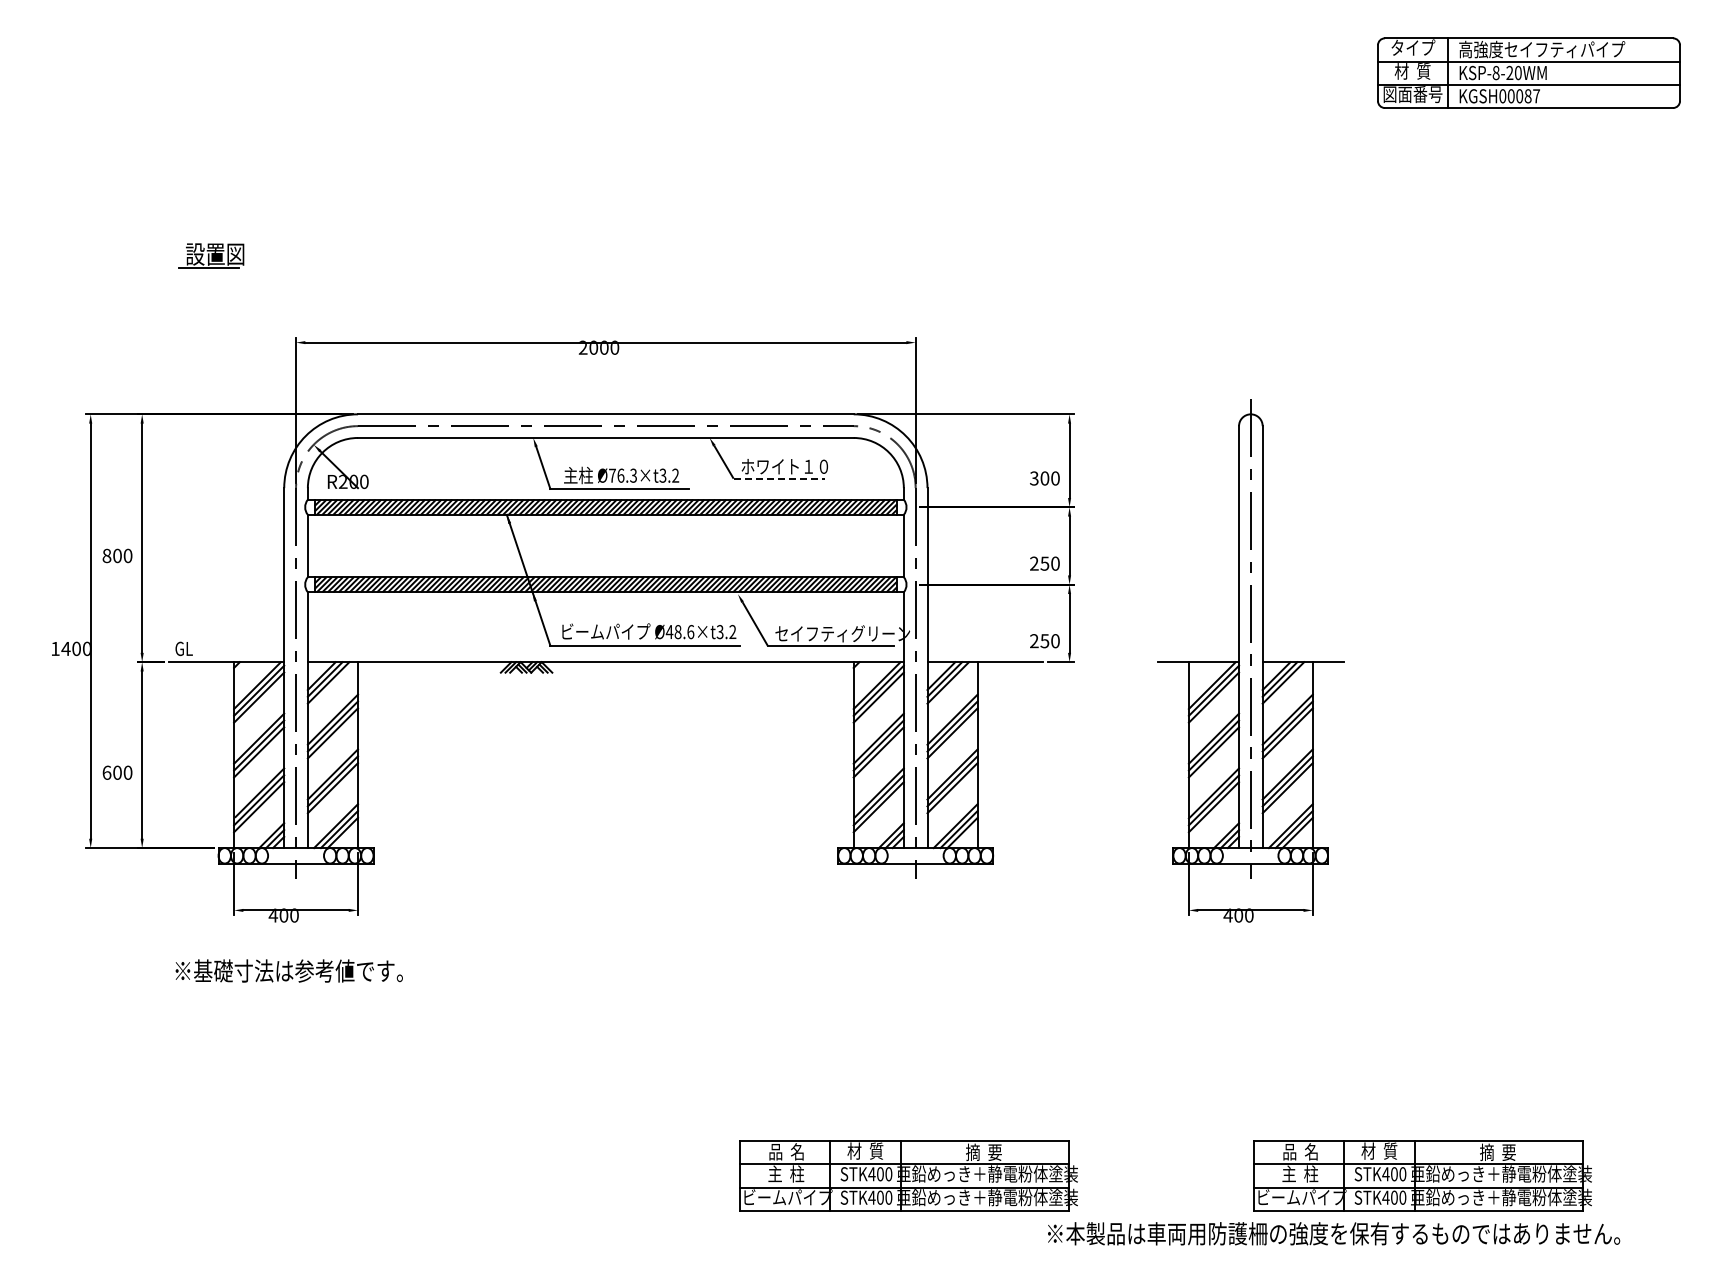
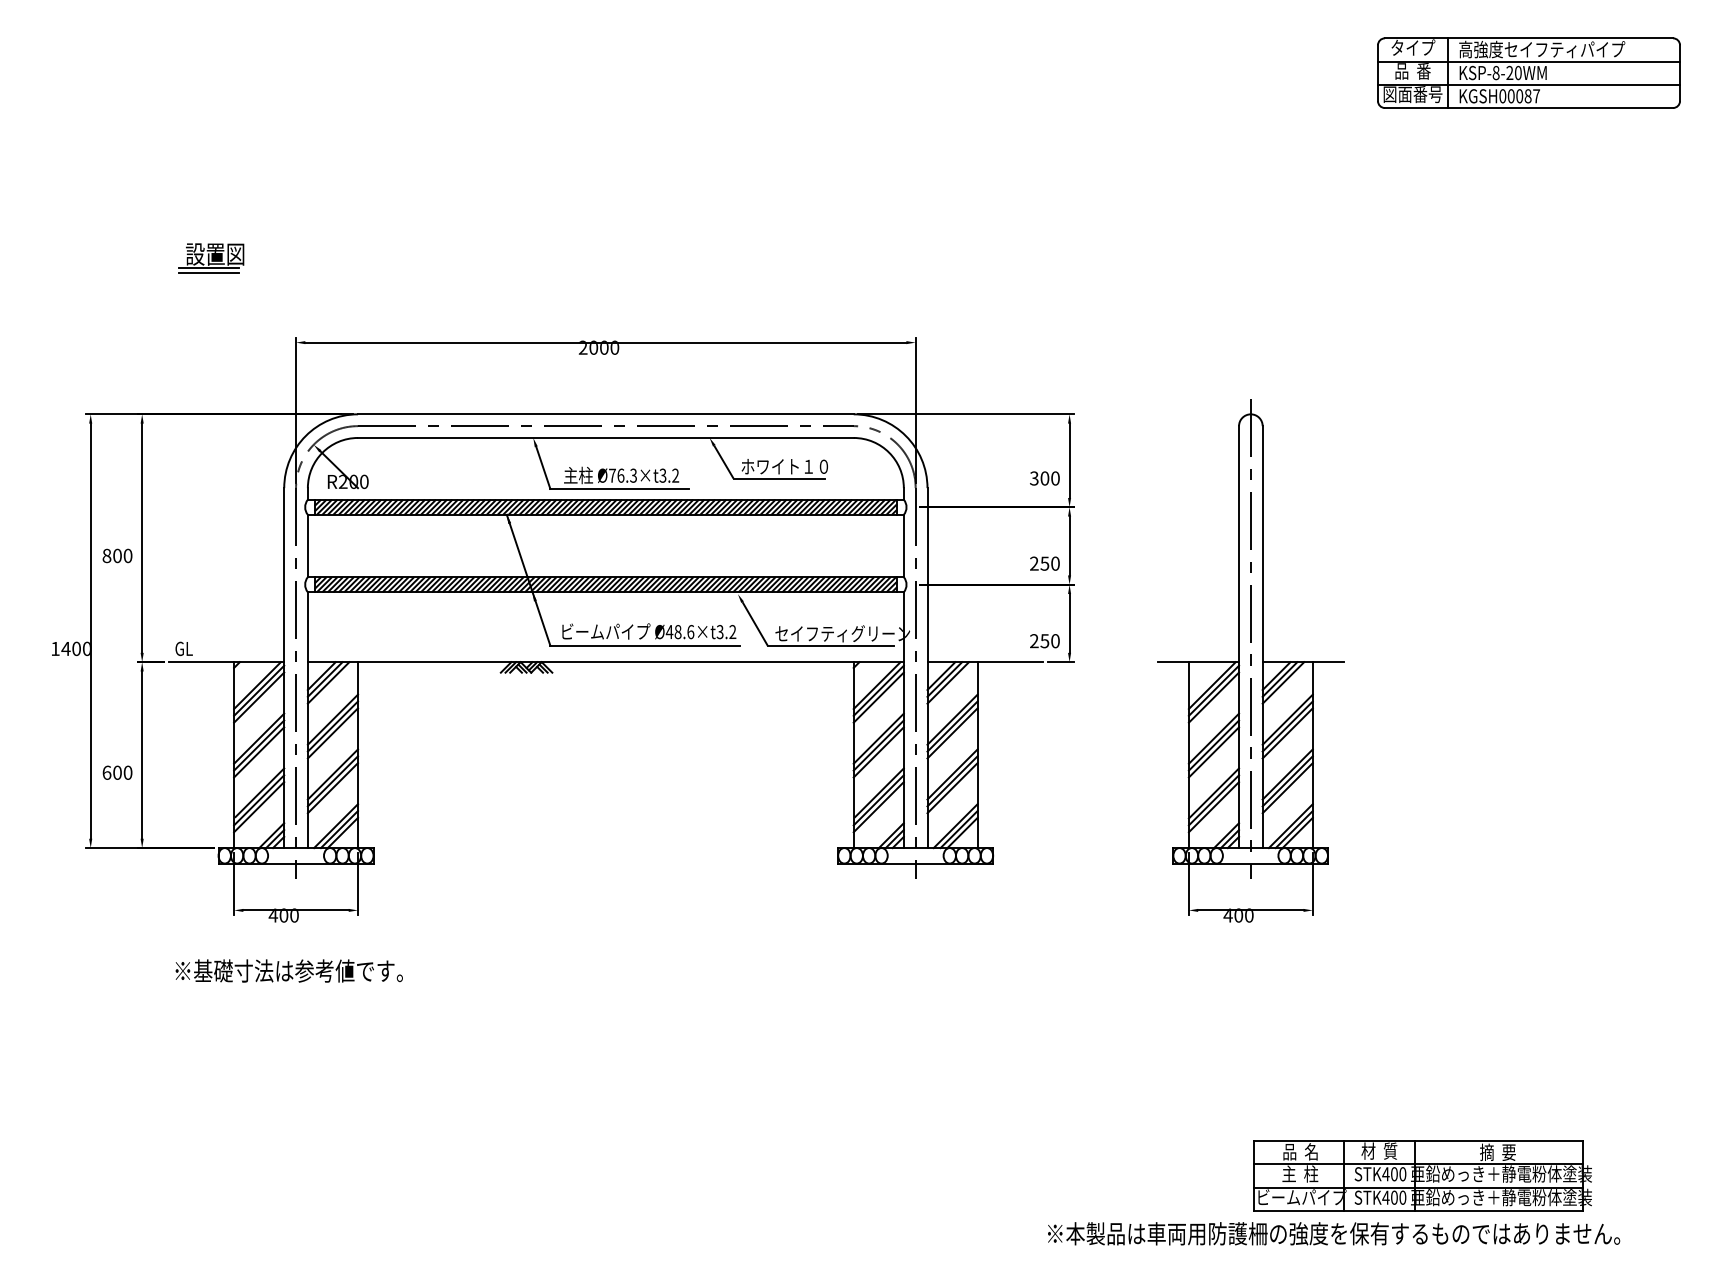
text at (1412, 71): 材  質 -> 品  番
line at (208, 272): none -> present
line at (779, 478): dashed -> solid
part at (908, 1175): present -> none
